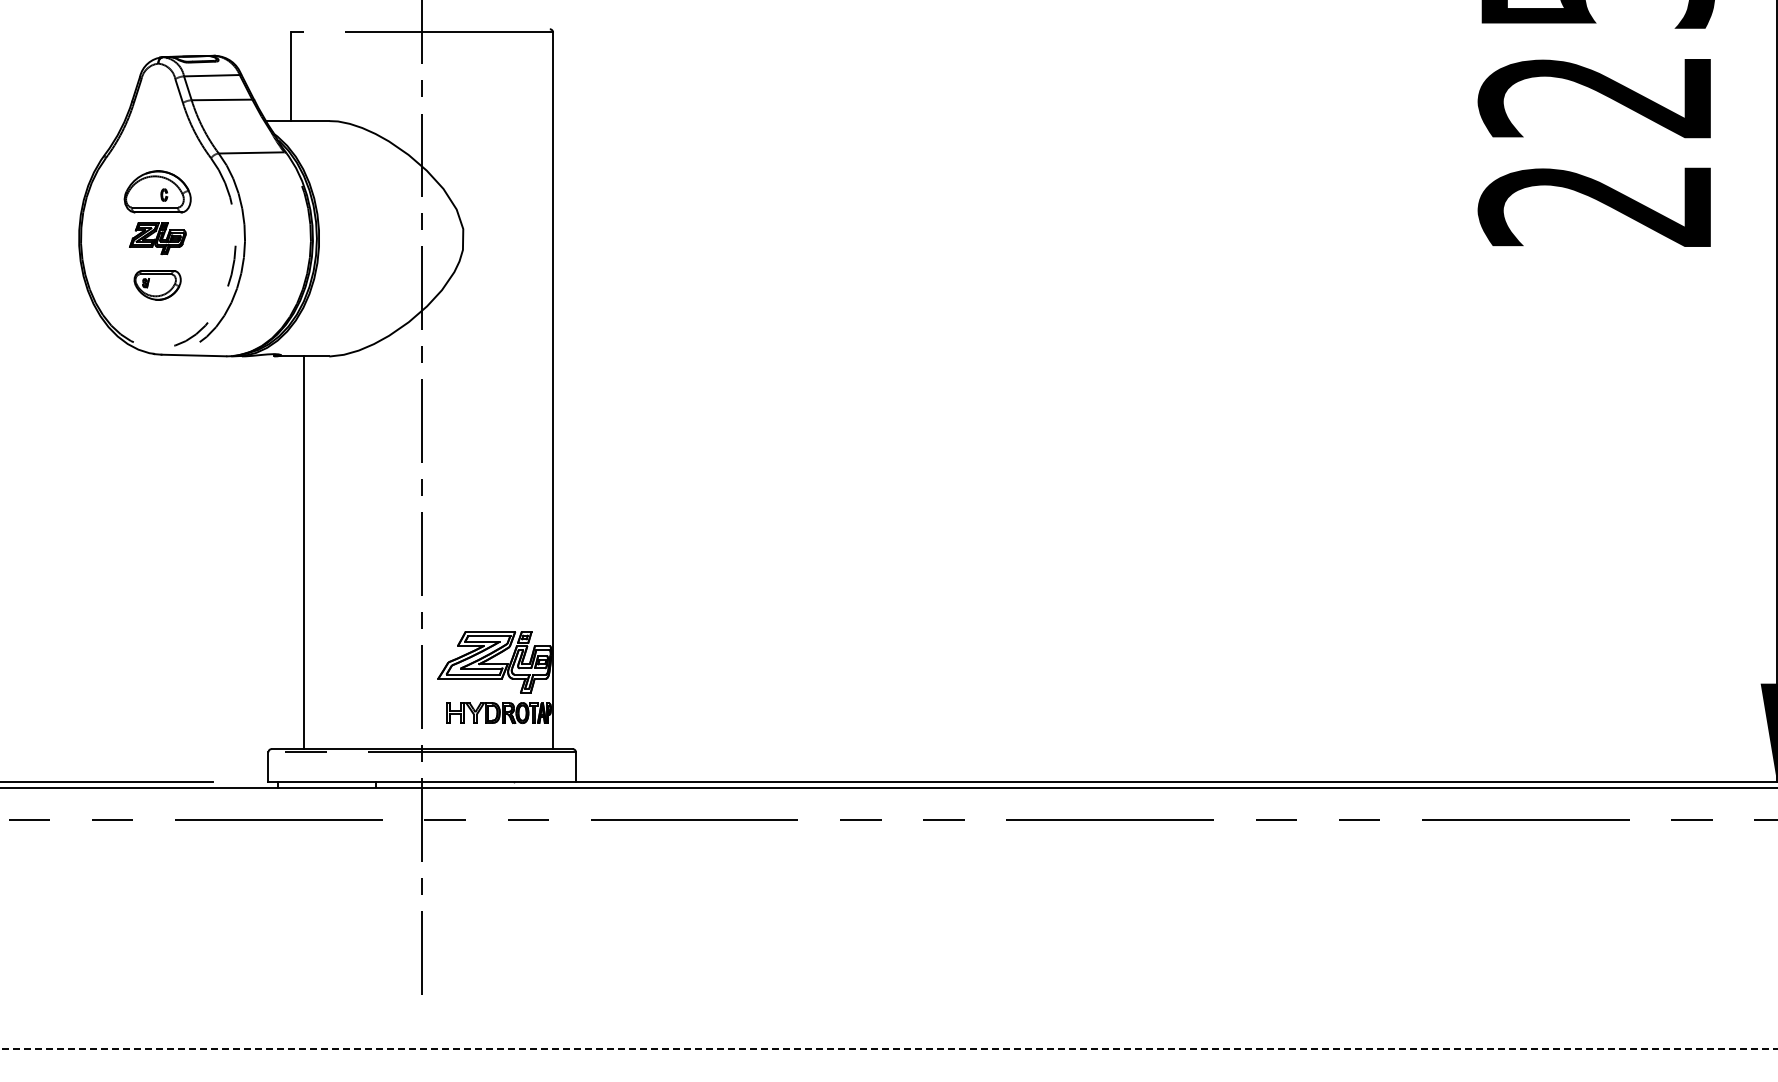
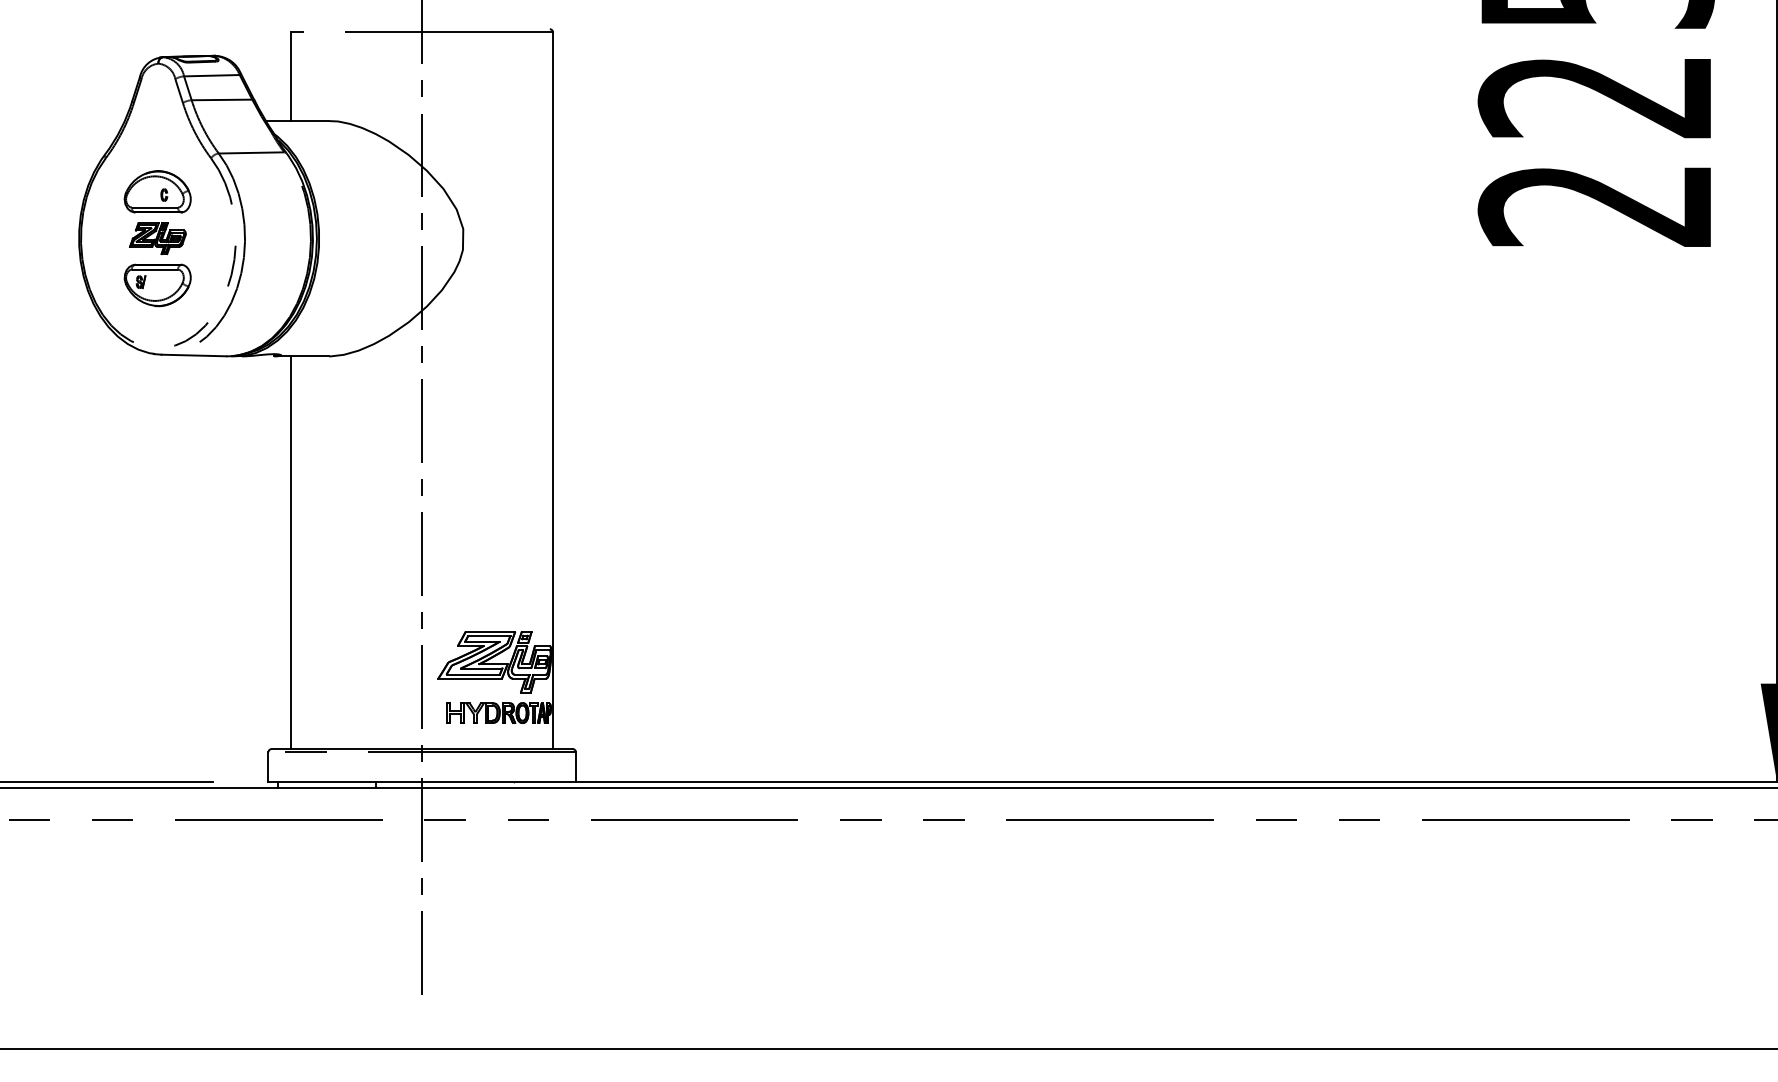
part at (157, 285) size: 49x31 px -> 69x45 px
line at (304, 552) position: (304, 552) -> (291, 552)
line at (888, 1049): dashed -> solid
